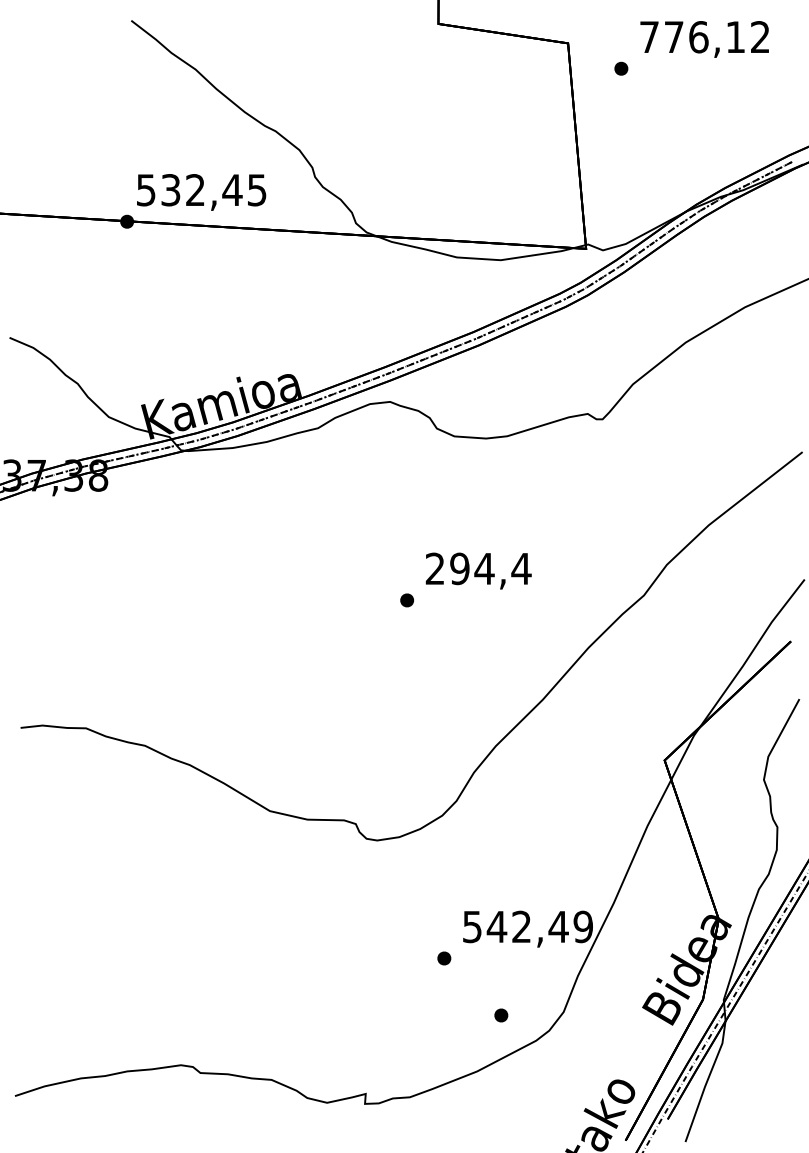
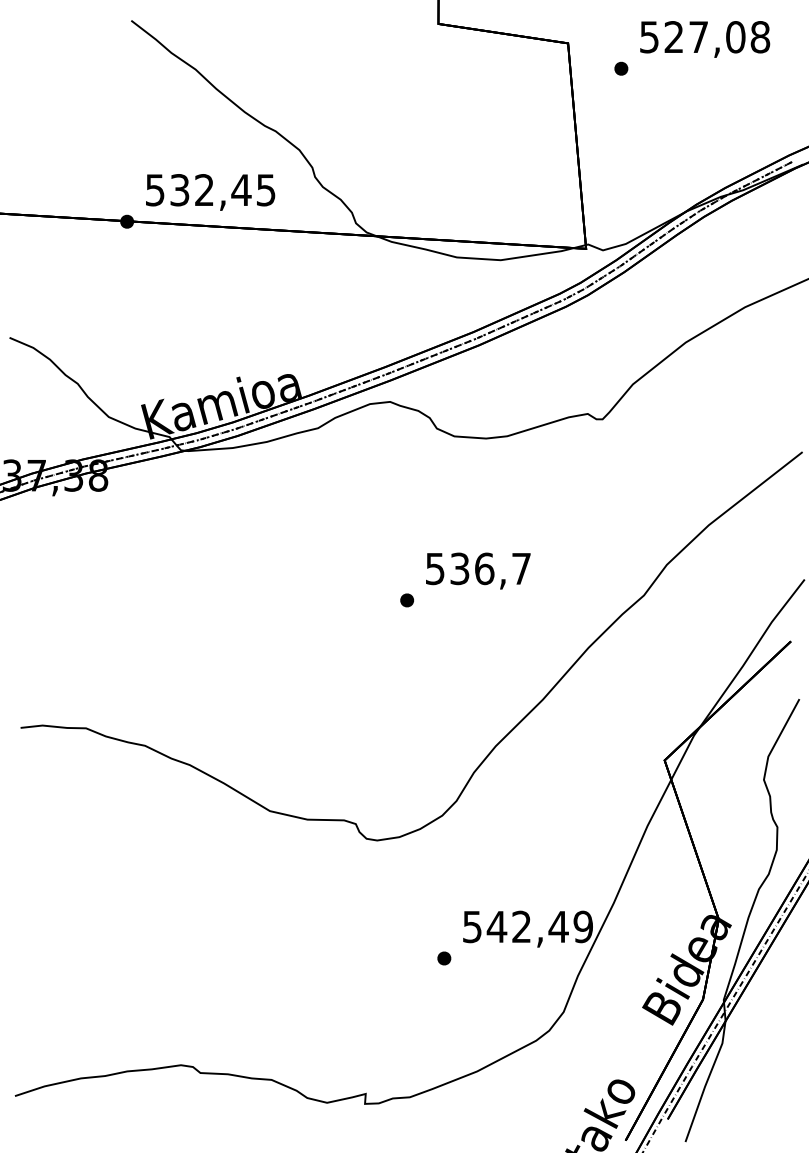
text at (705, 37): 776,12 -> 527,08
text at (201, 192) position: (201, 192) -> (210, 192)
text at (478, 568): 294,4 -> 536,7
part at (501, 1015): present -> none
